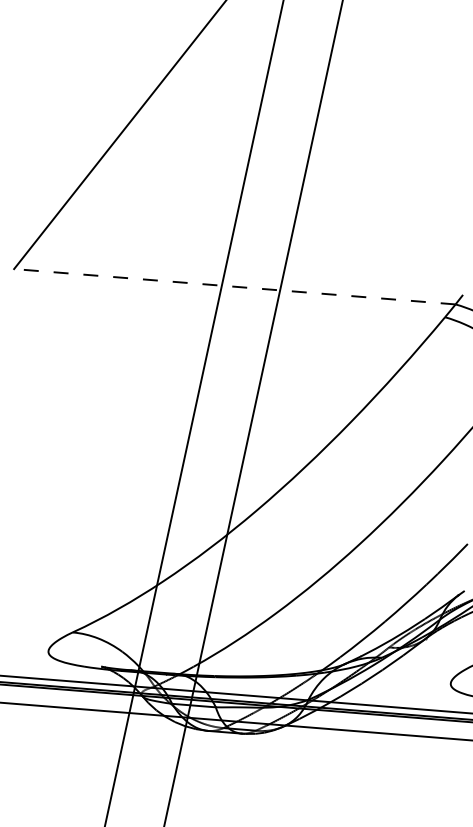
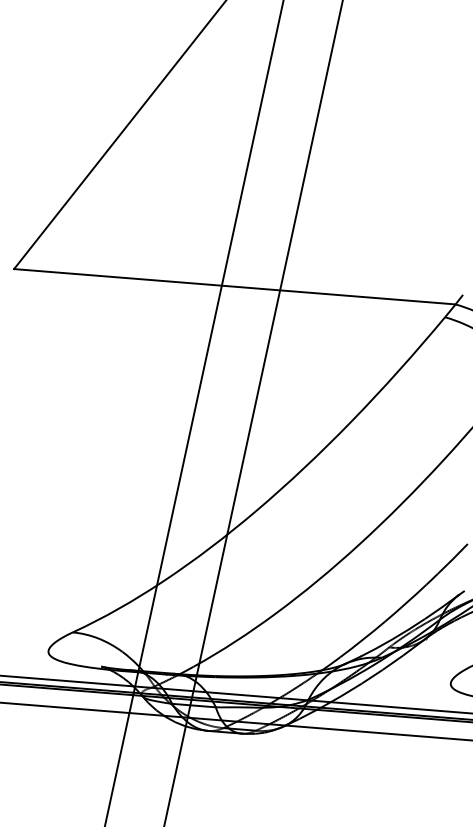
line at (234, 286): dashed -> solid
